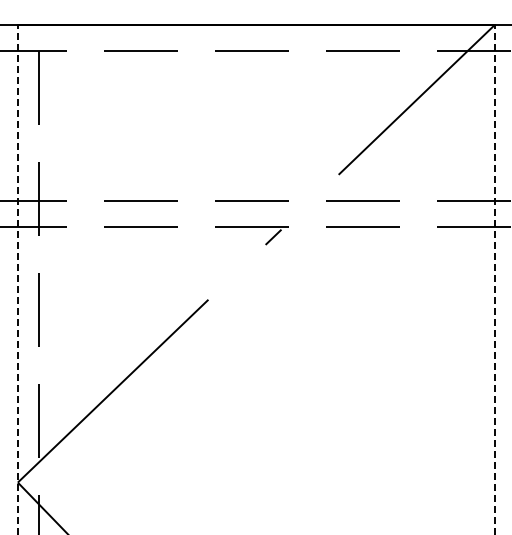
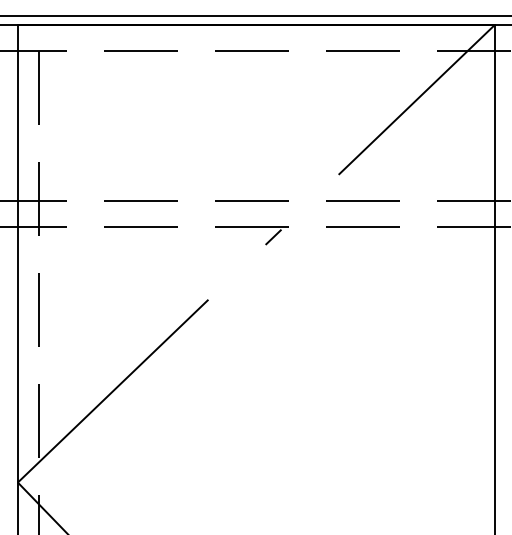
line at (255, 16): none -> present
line at (17, 279): dashed -> solid
line at (494, 279): dashed -> solid
